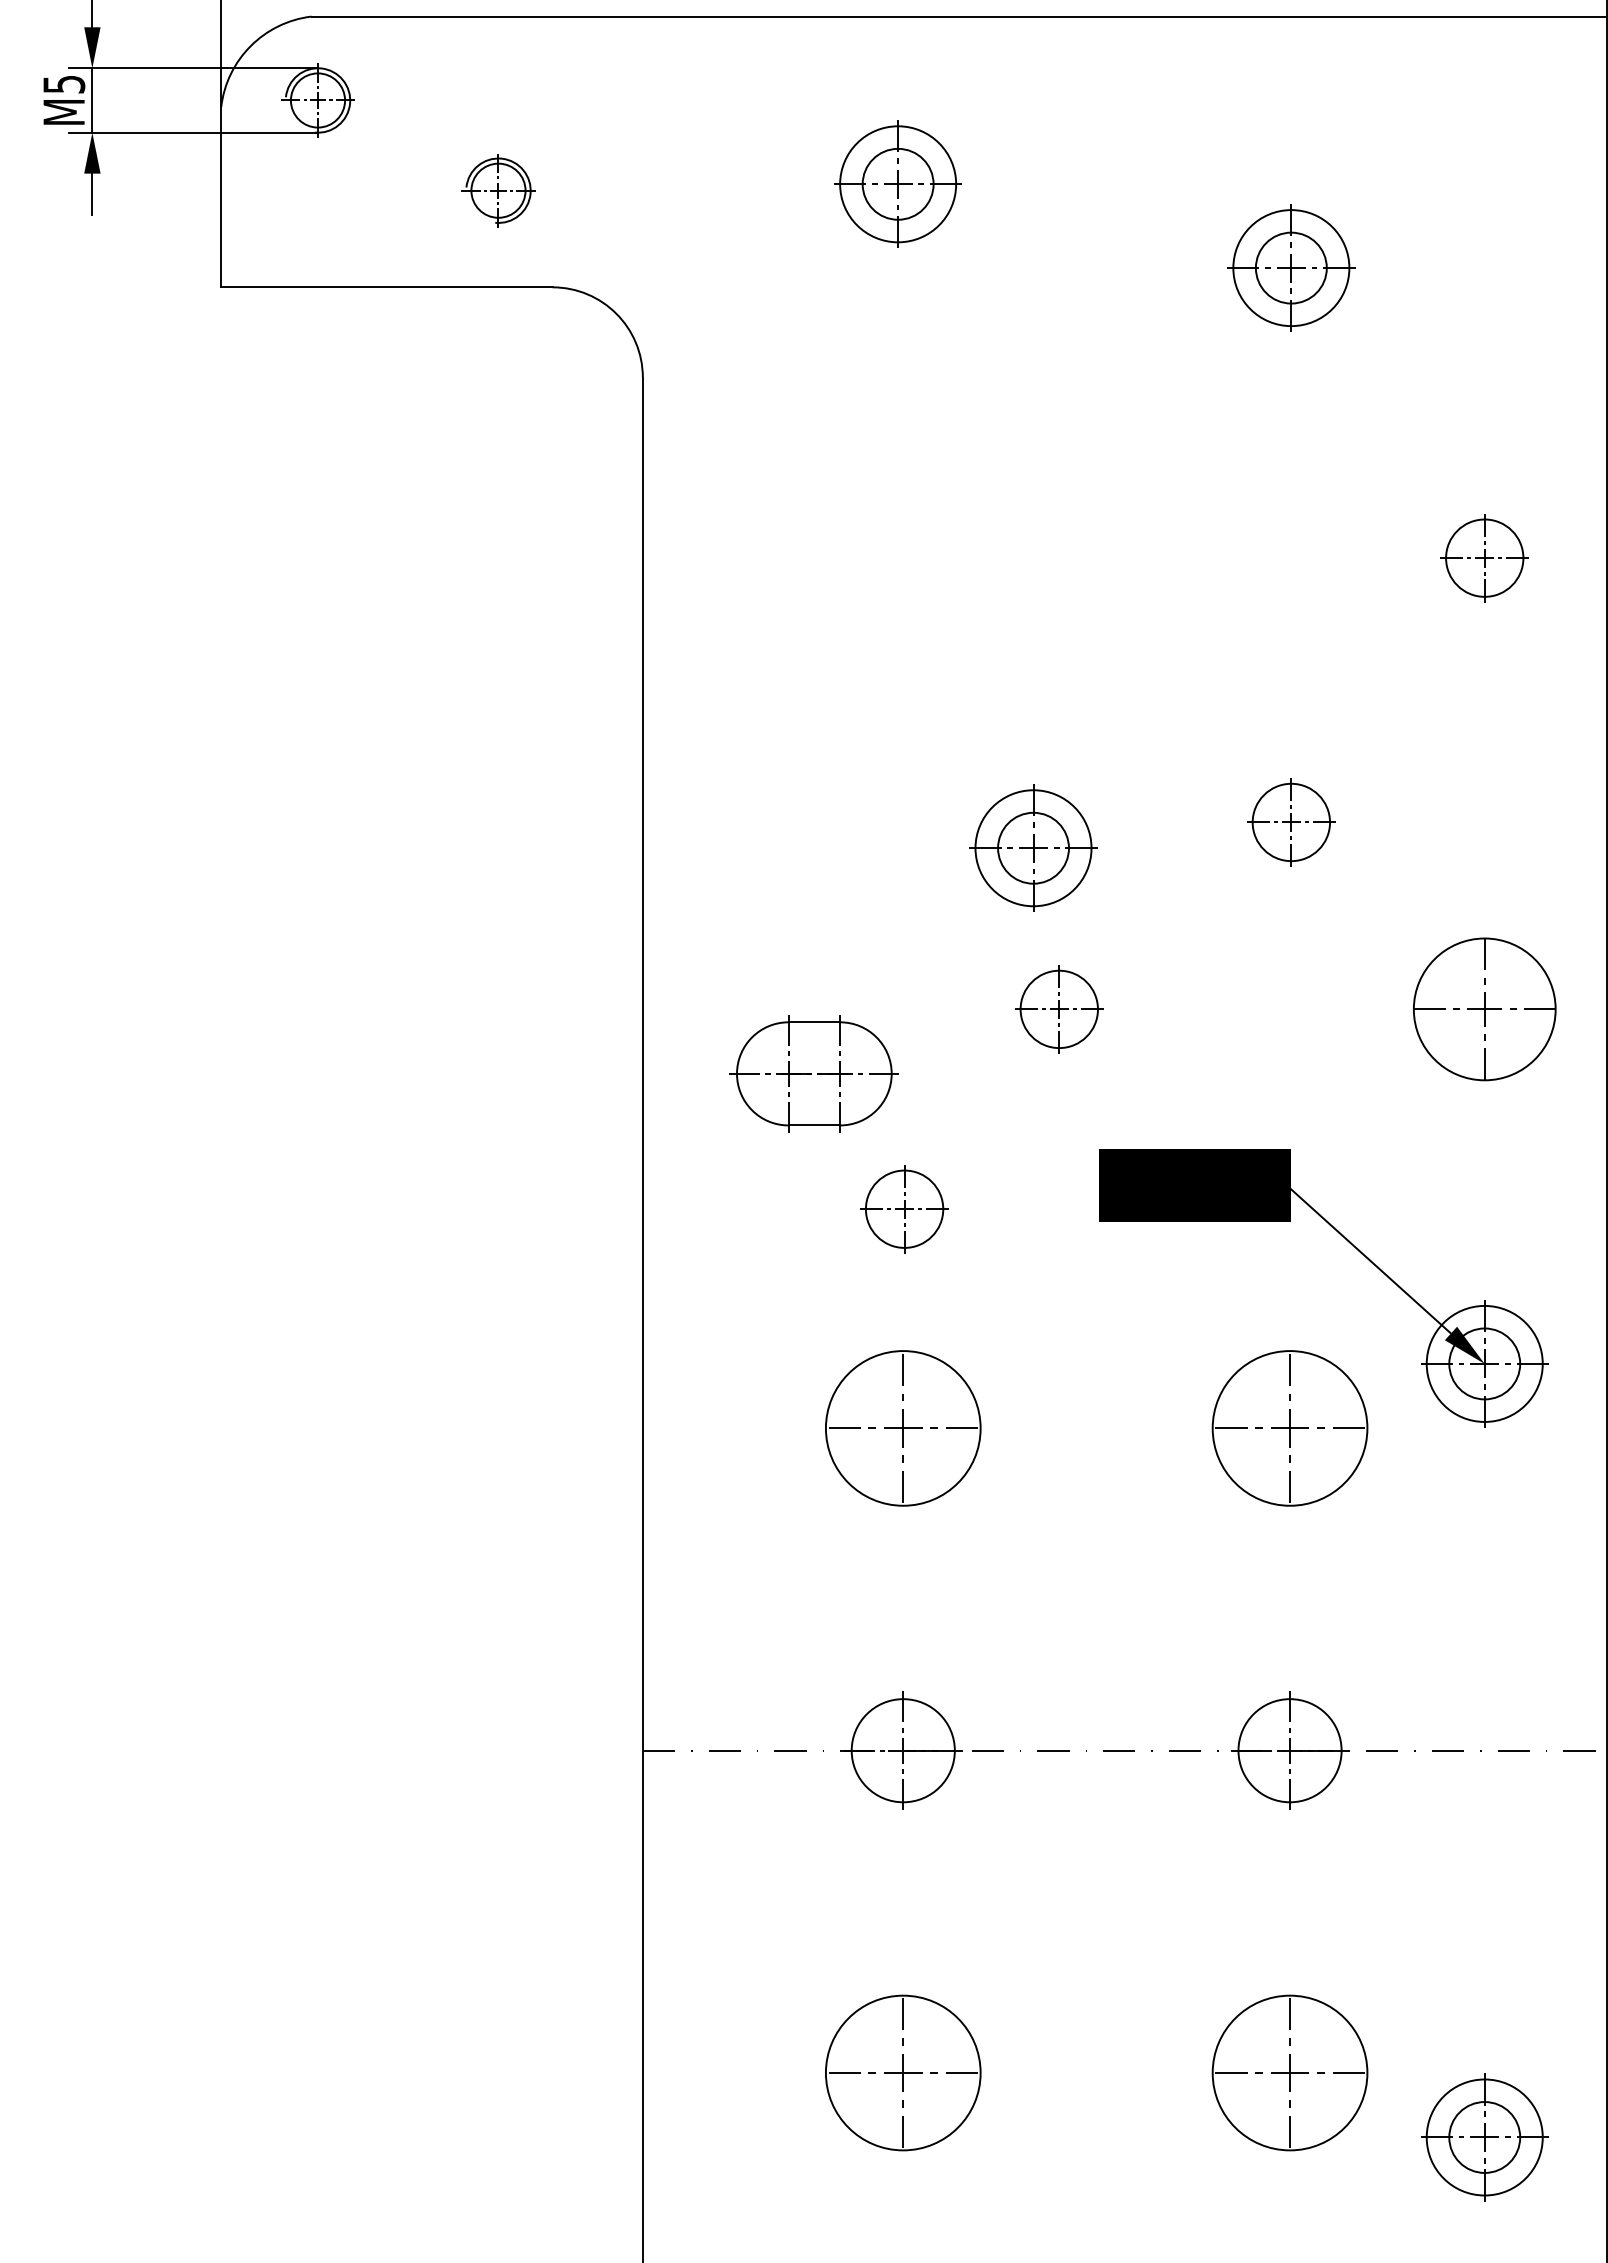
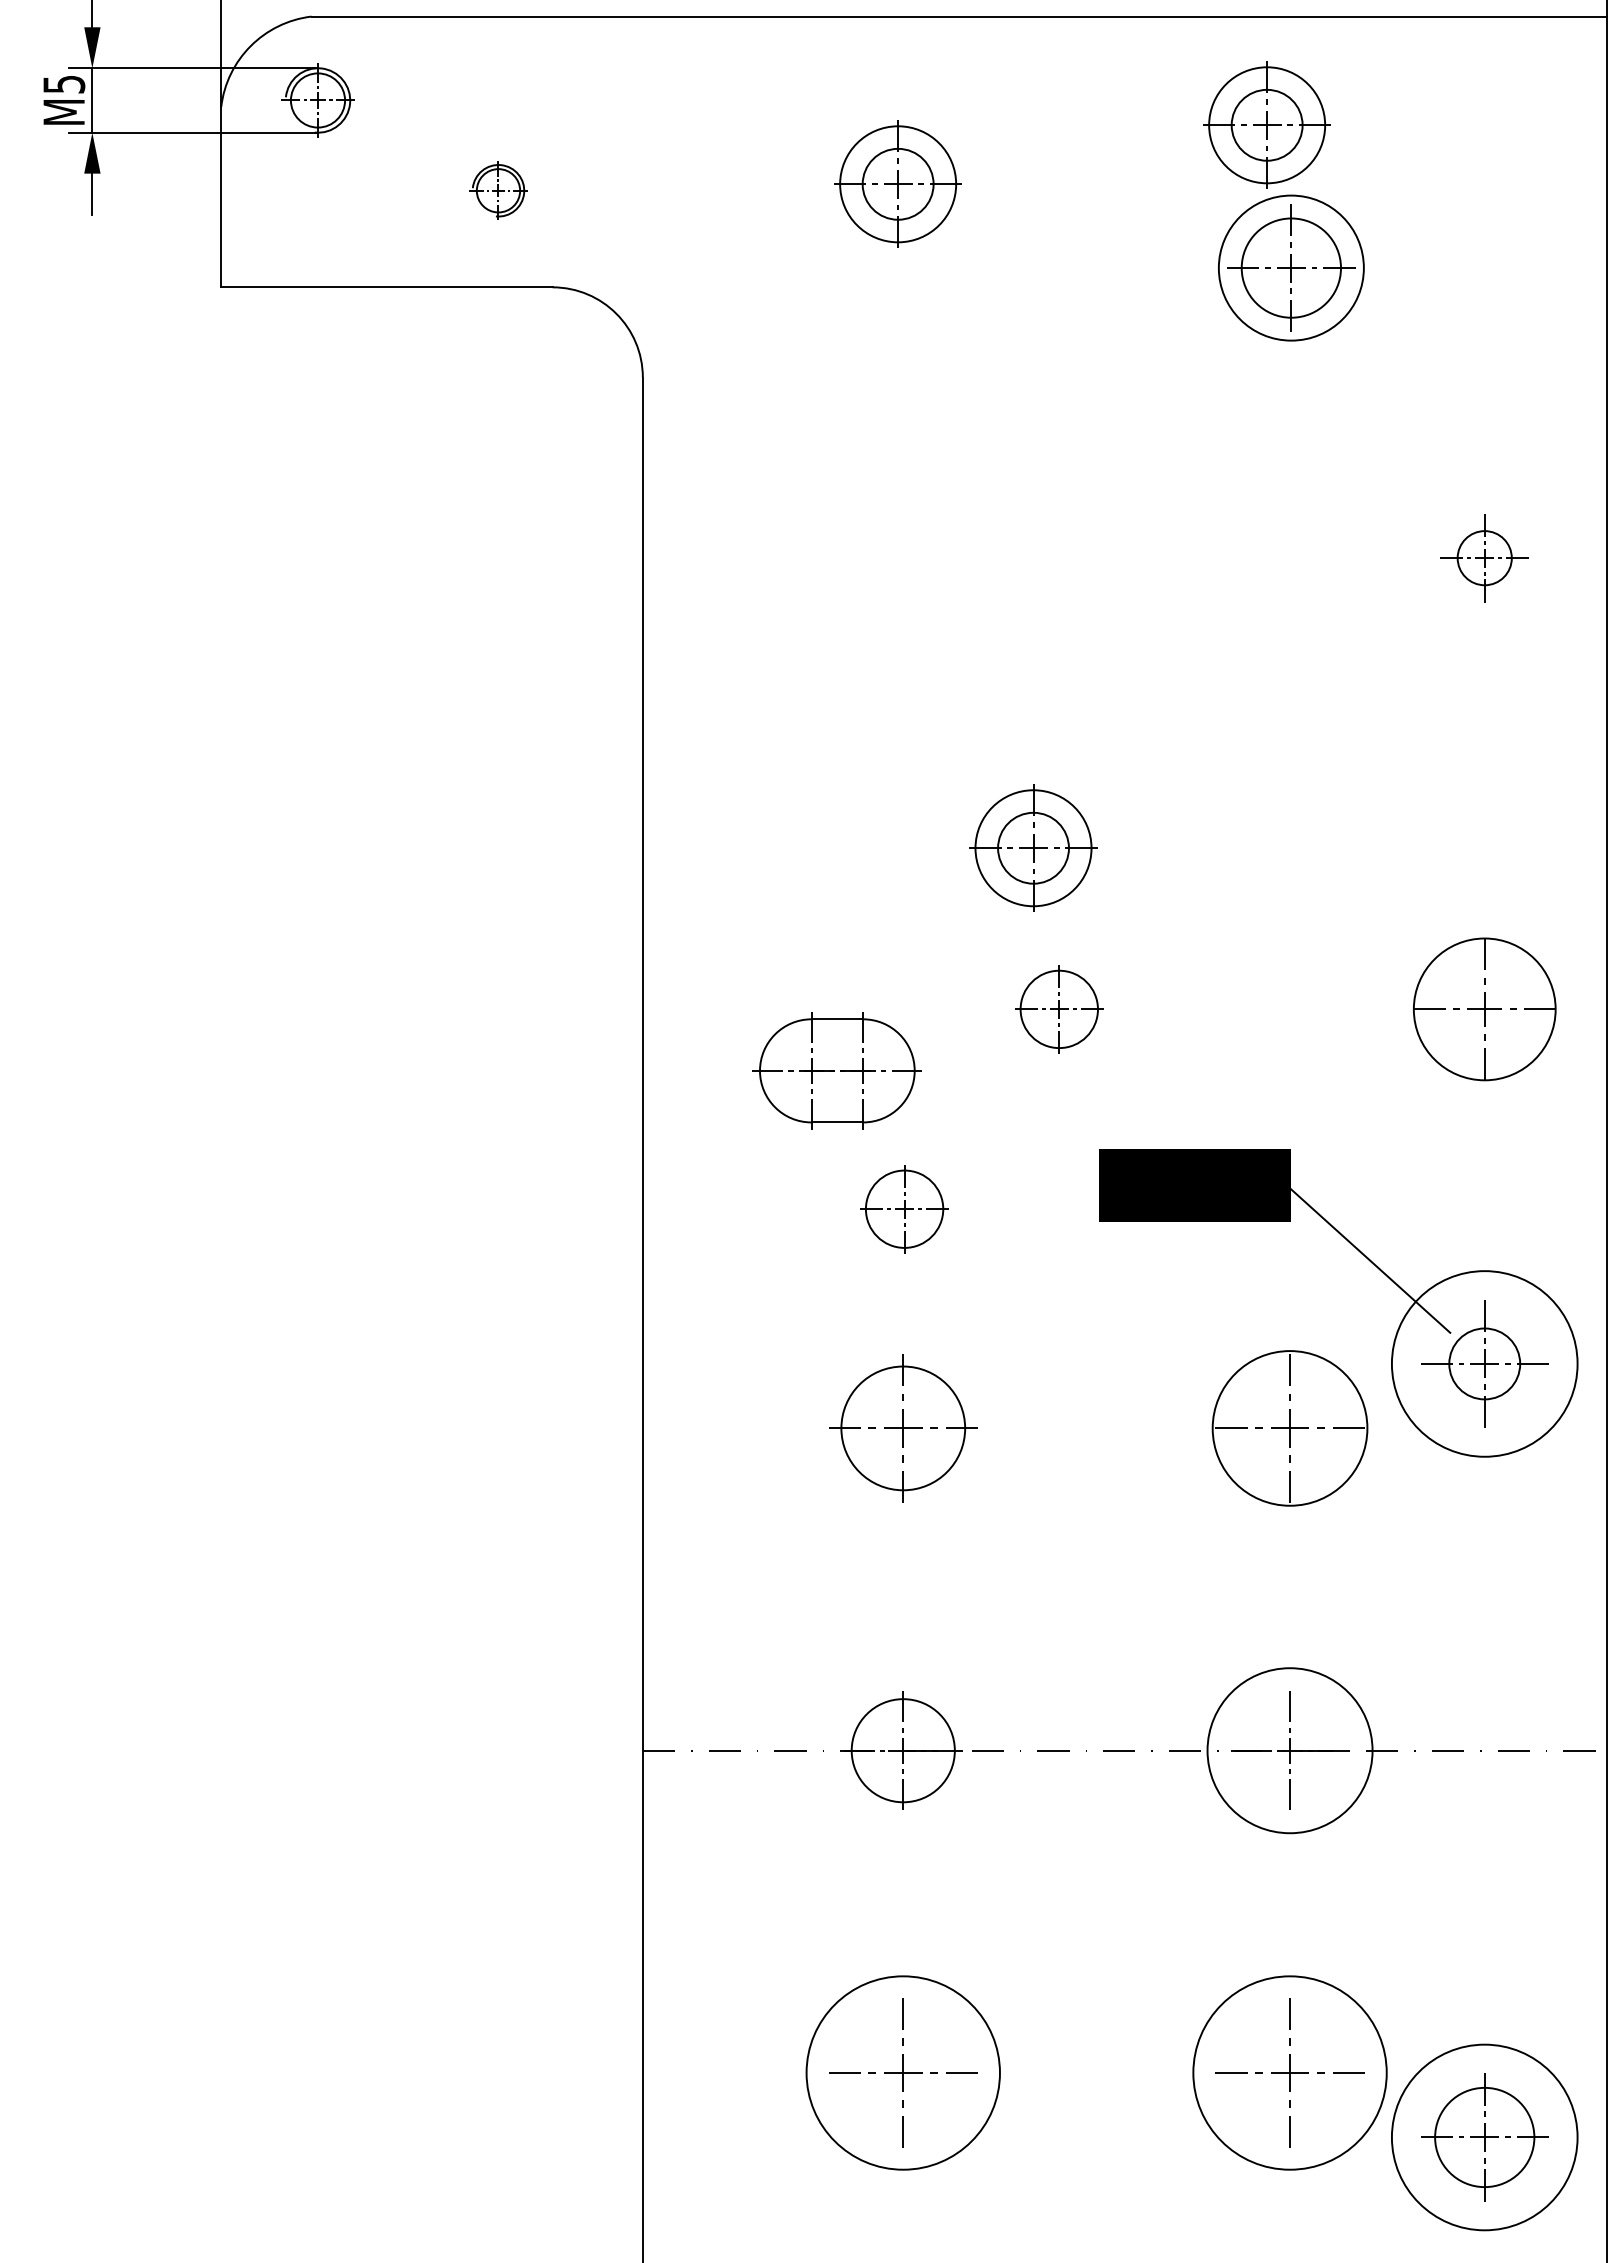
part at (1266, 124): none -> present
part at (498, 190) size: 75x74 px -> 59x59 px
circle at (1290, 267) diameter: 71 px -> 99 px
circle at (1291, 268) diameter: 116 px -> 145 px
circle at (1484, 557) diameter: 77 px -> 54 px
part at (1291, 822): present -> none
part at (813, 1073) position: (813, 1073) -> (836, 1070)
fill at (1464, 1344): present -> none
circle at (1484, 1363) diameter: 116 px -> 186 px
circle at (902, 1428) diameter: 155 px -> 124 px
circle at (1289, 1750) diameter: 103 px -> 165 px
circle at (902, 2072) diameter: 155 px -> 193 px
circle at (1289, 2072) diameter: 155 px -> 193 px
circle at (1484, 2137) diameter: 116 px -> 186 px
circle at (1484, 2137) diameter: 71 px -> 99 px
